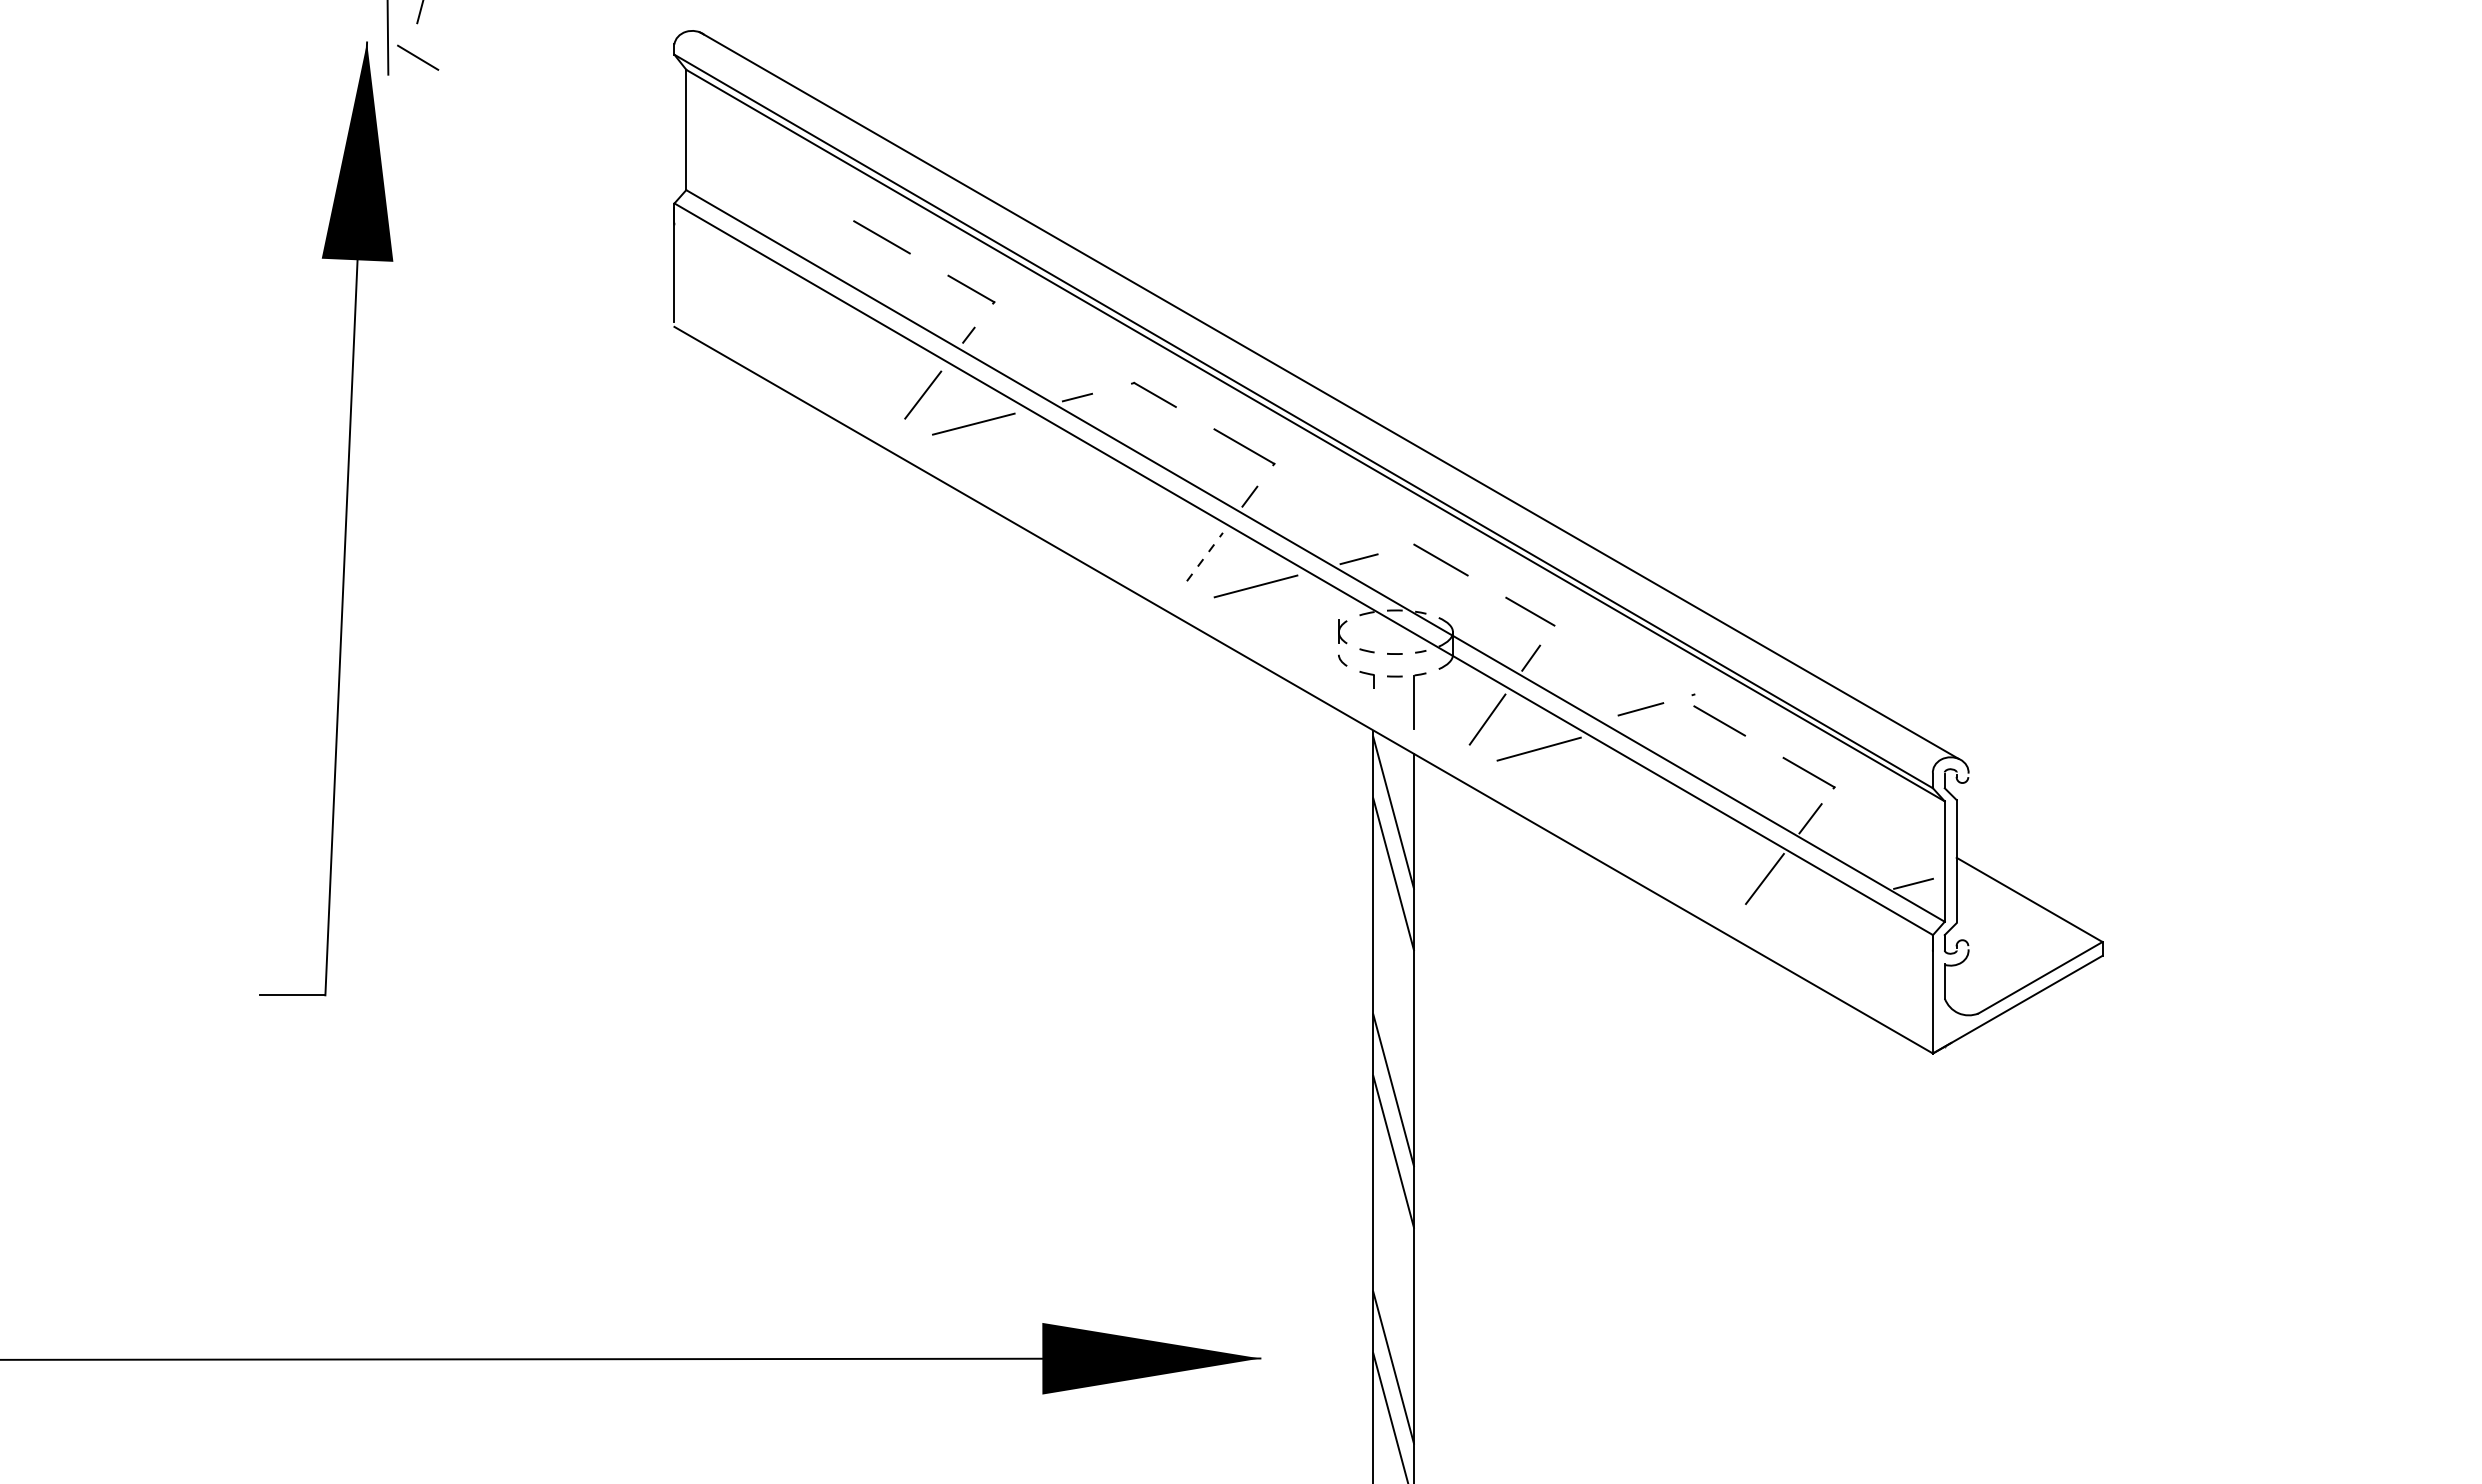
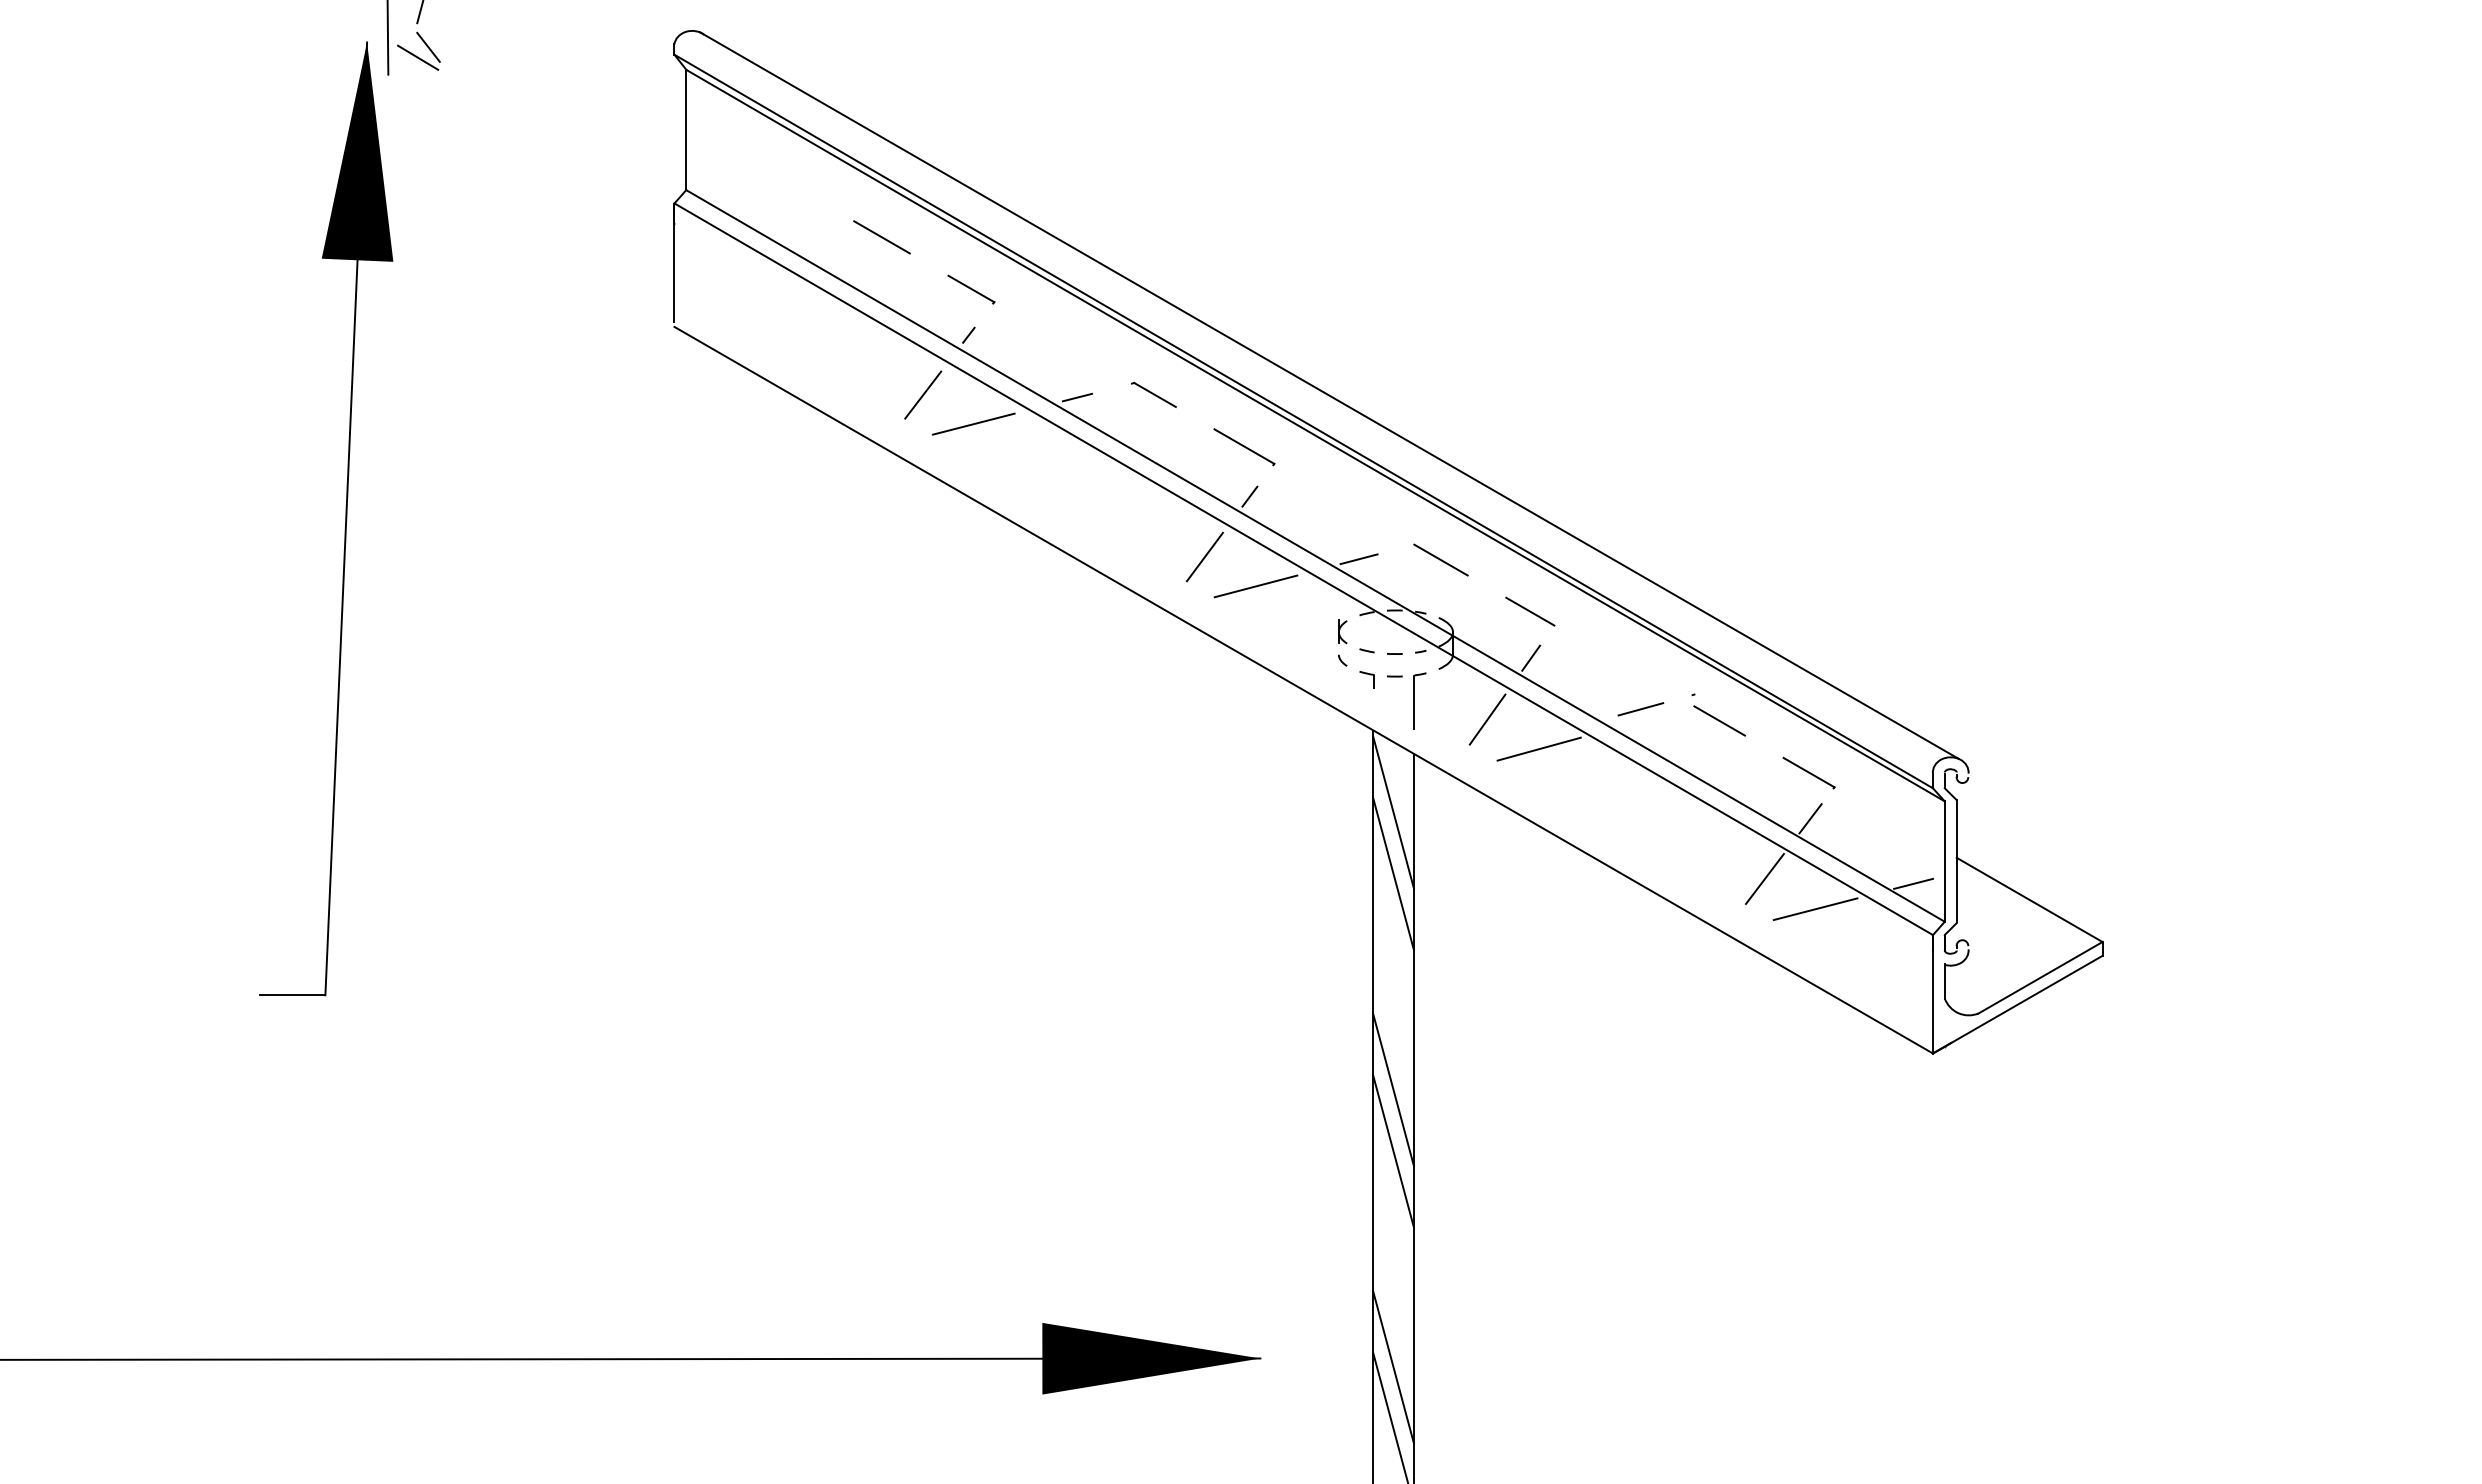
line at (428, 46): none -> present
line at (1205, 556): dashed -> solid
line at (1815, 909): none -> present
